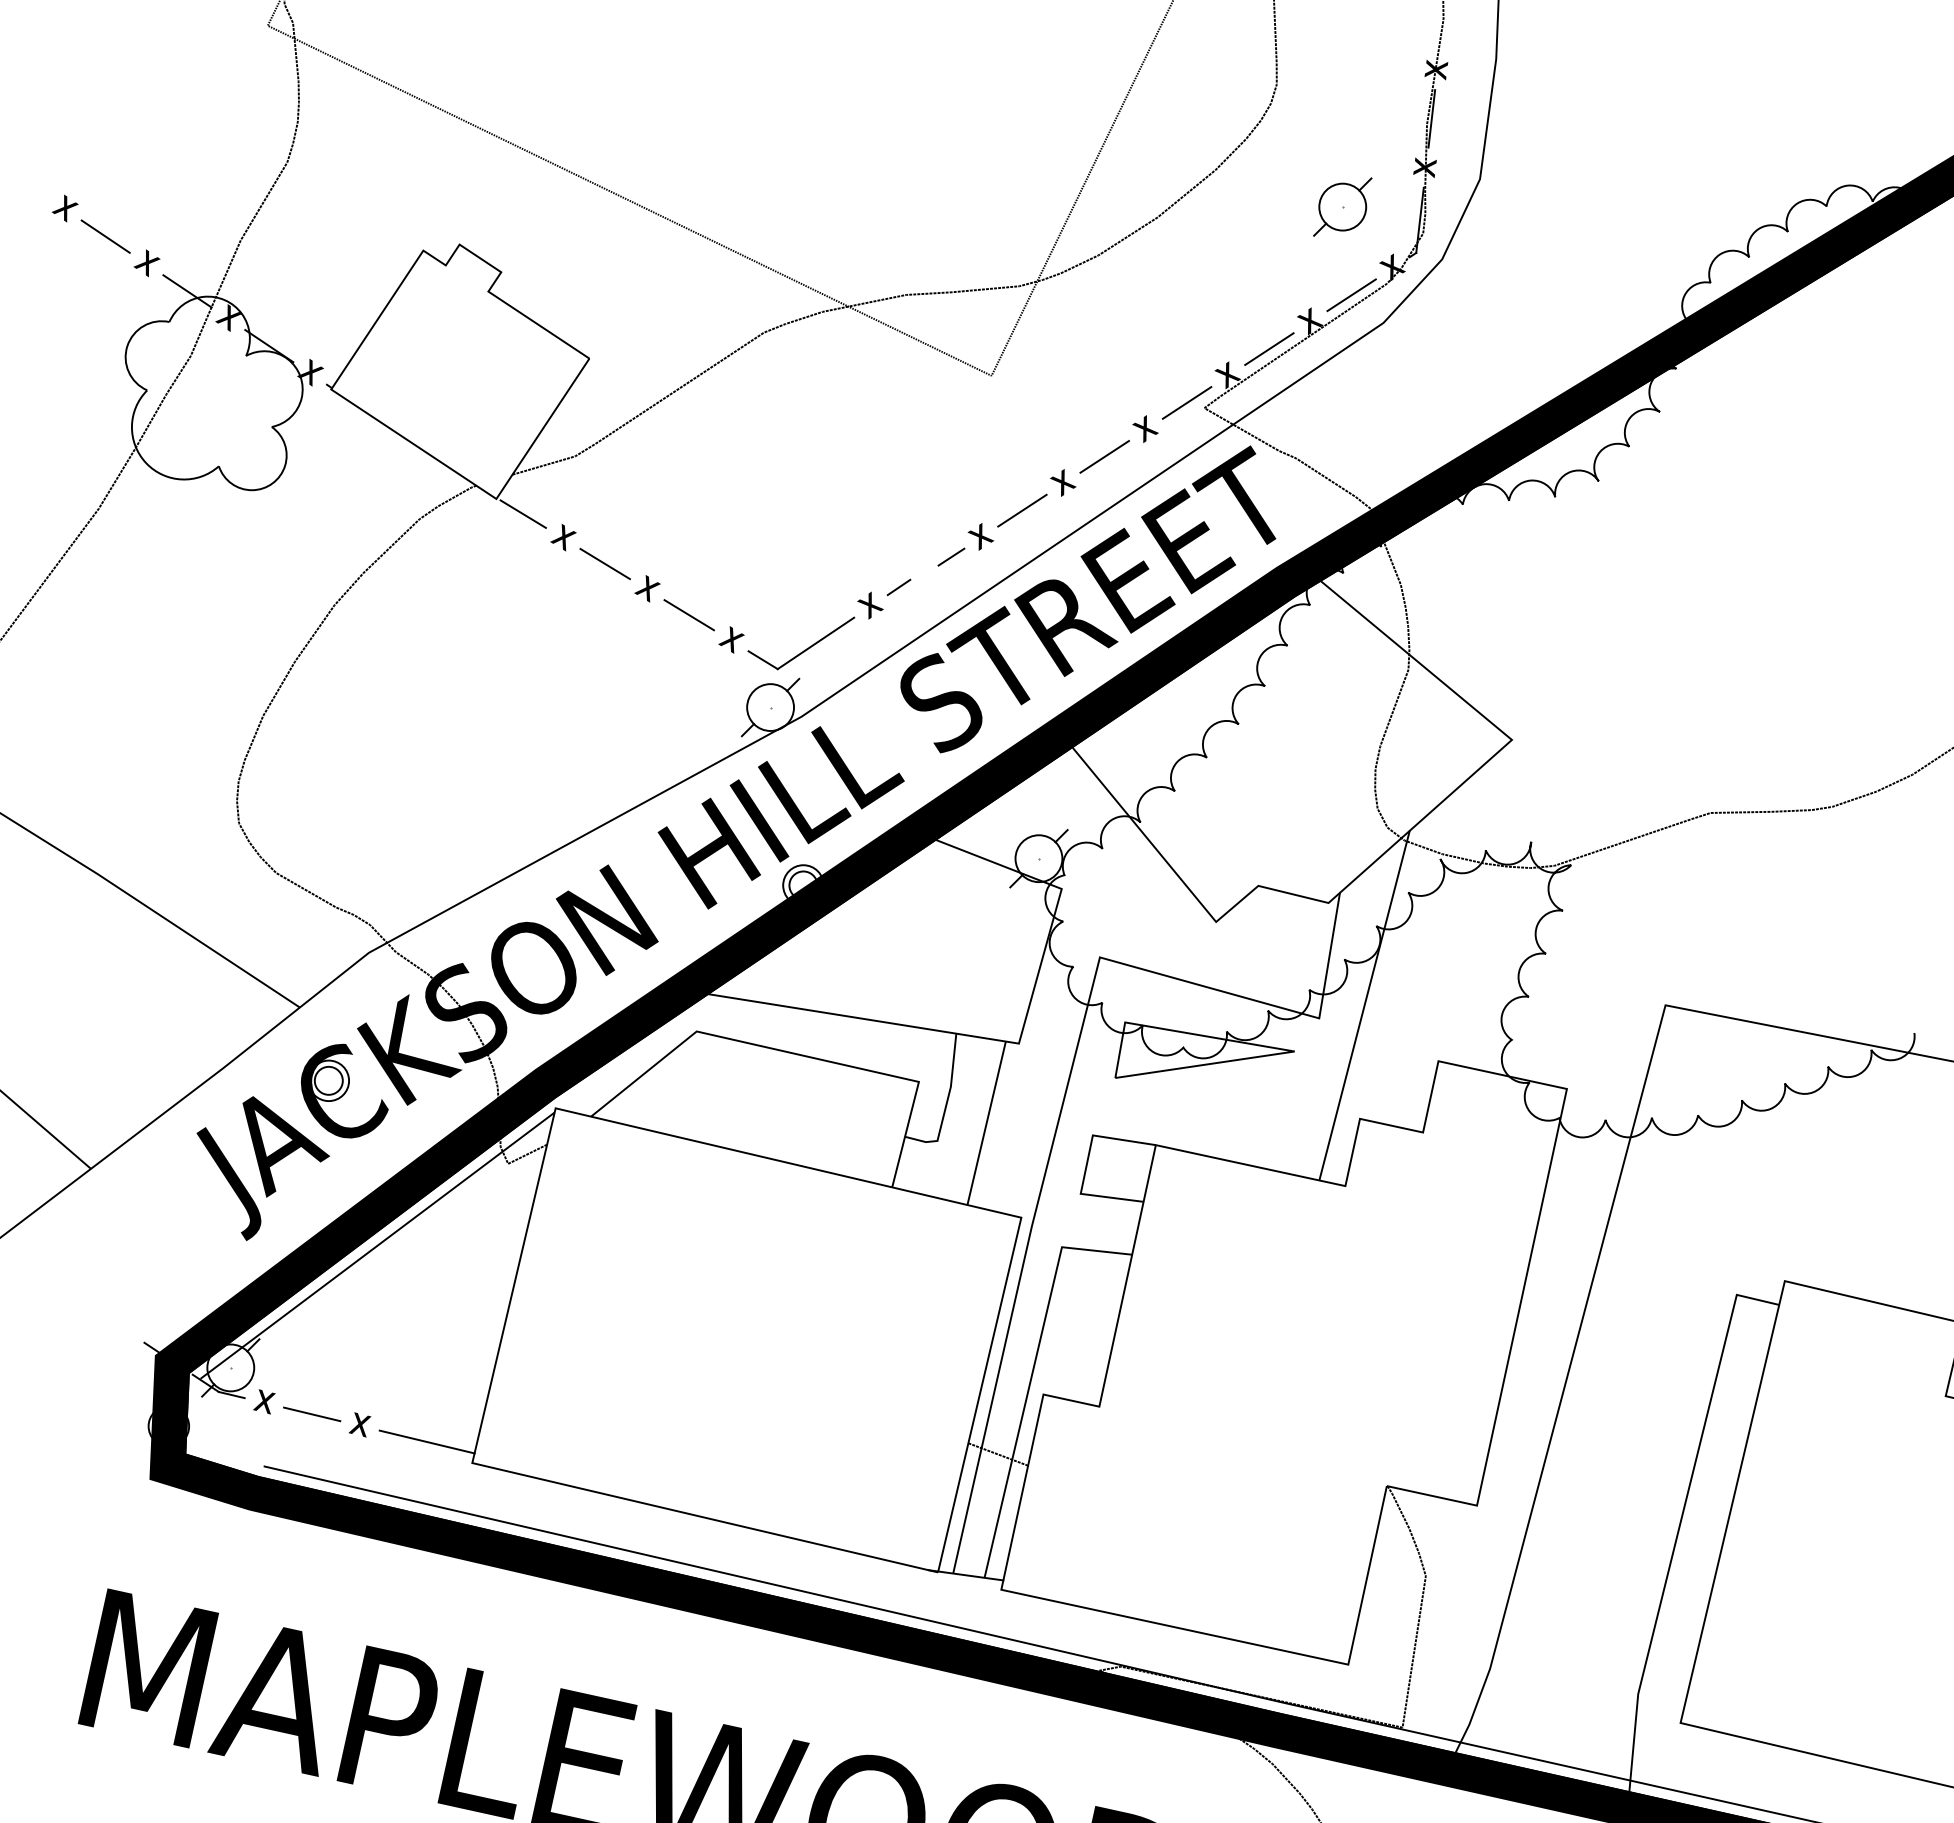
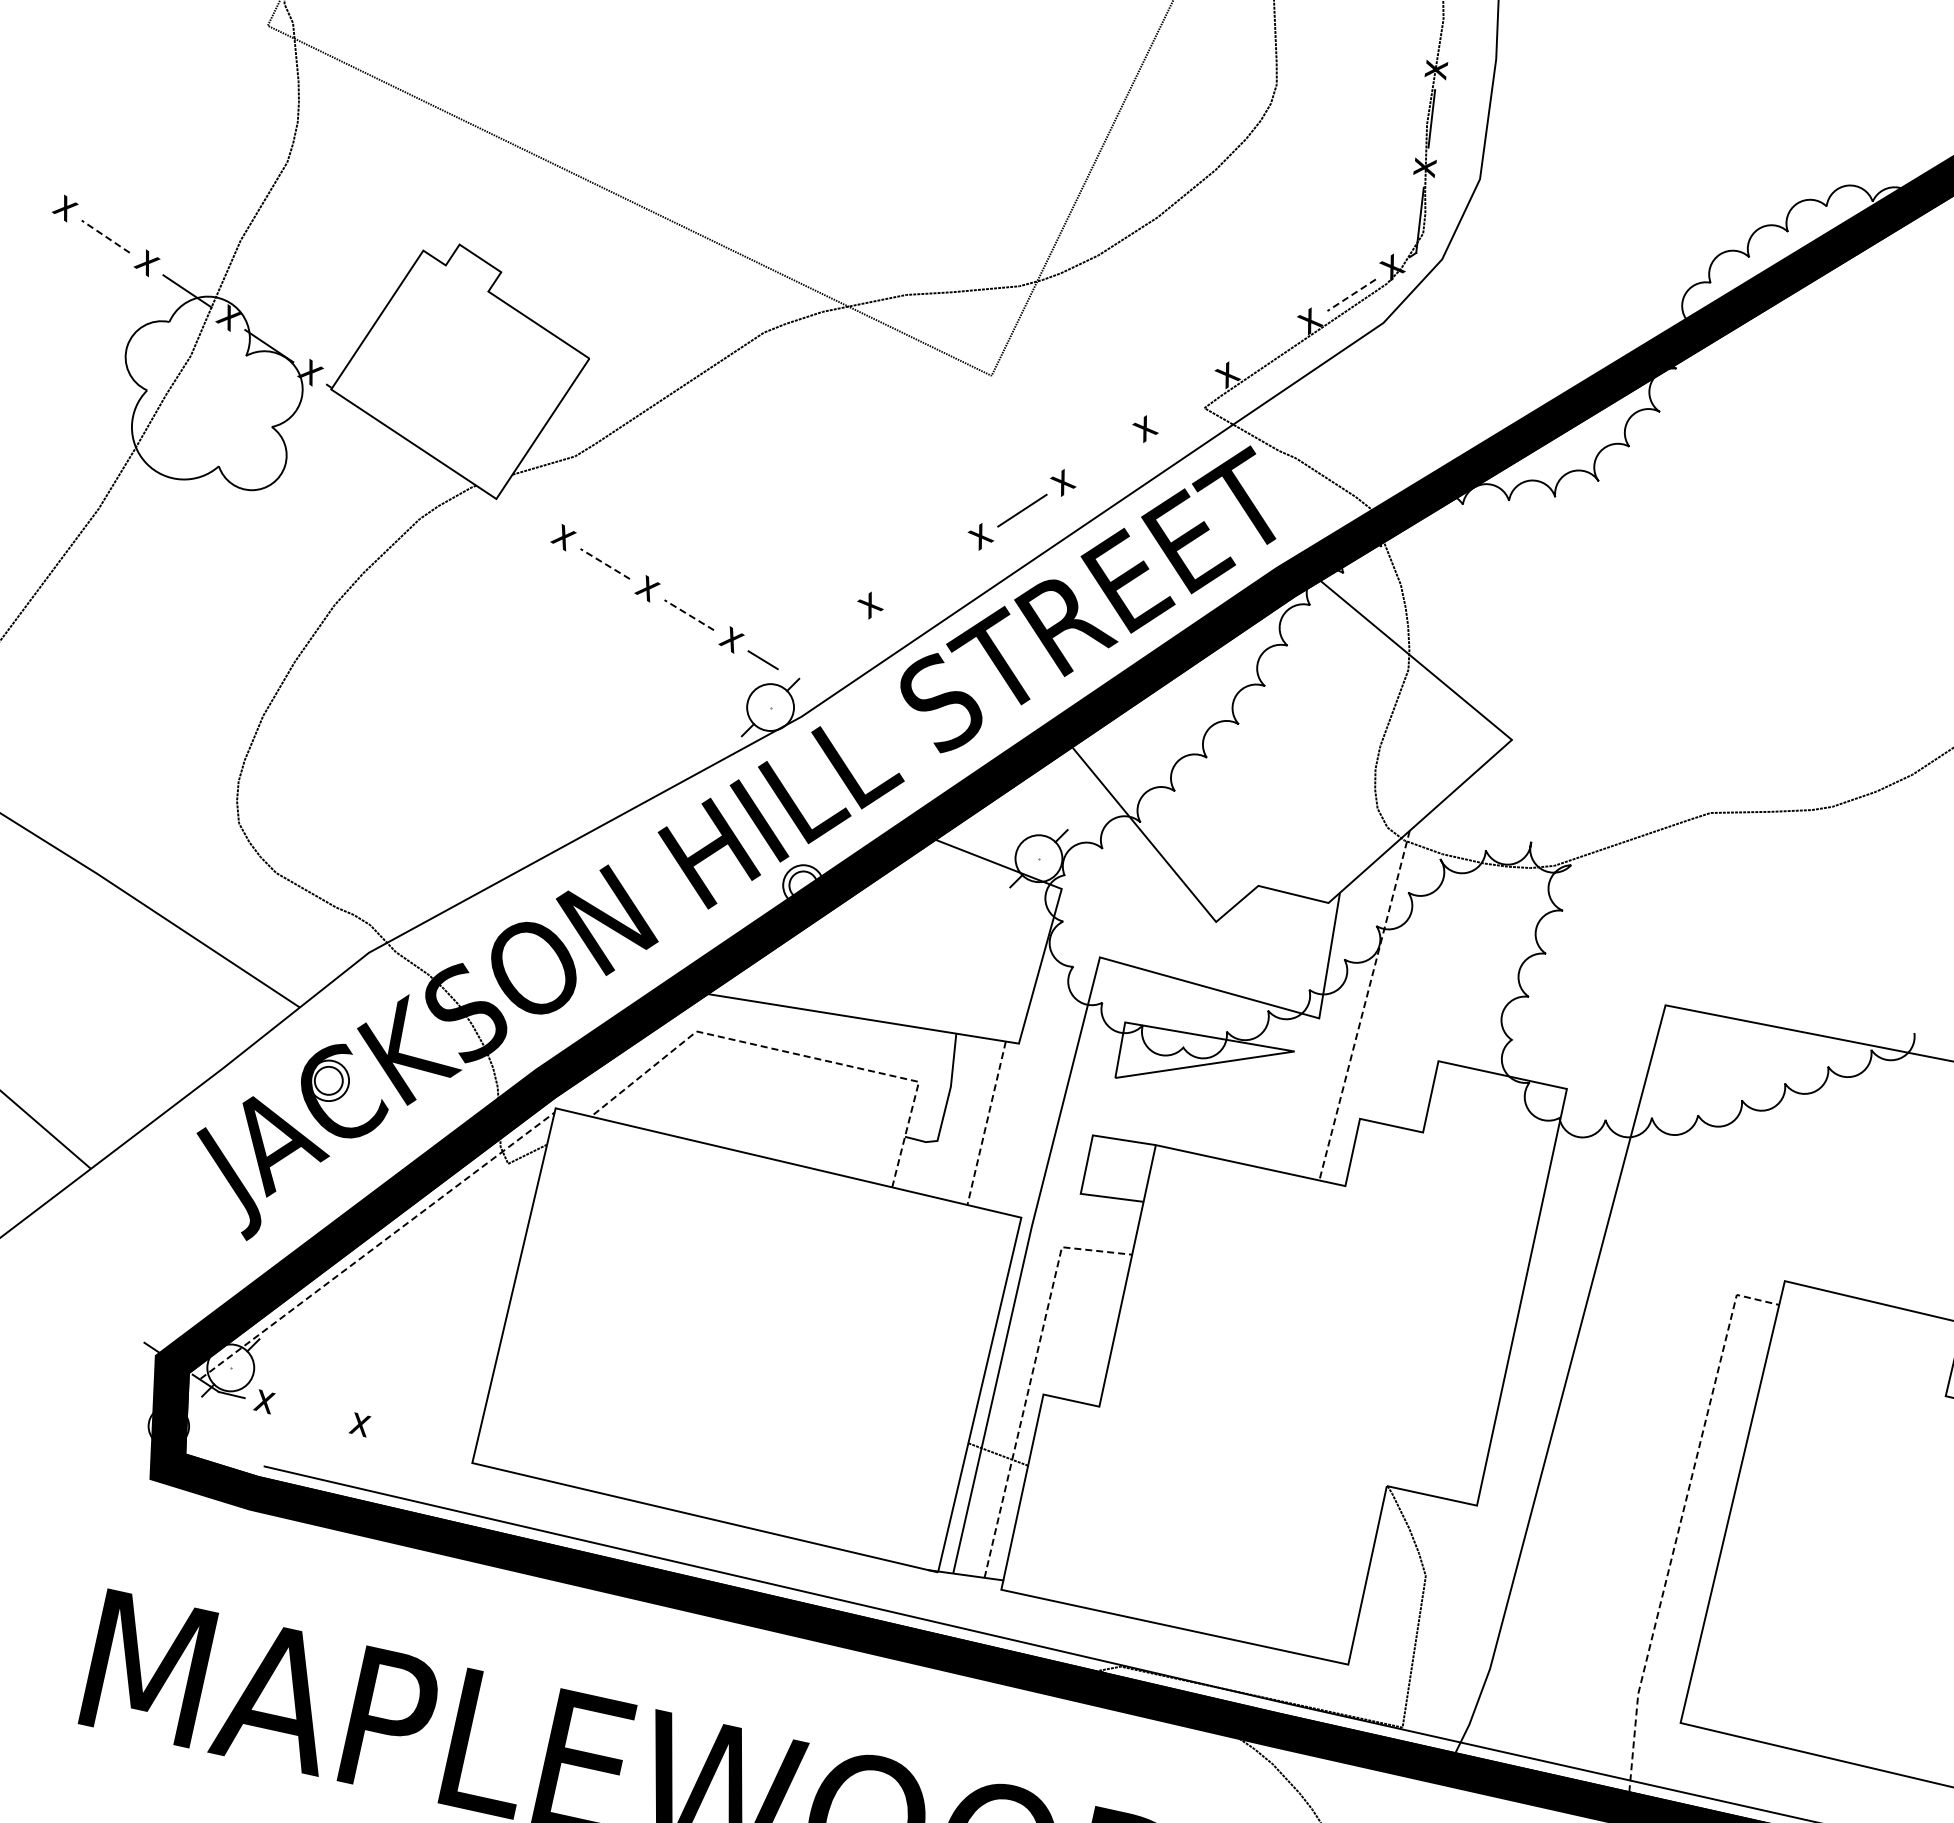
part at (1342, 206): present -> none
line at (105, 236): solid -> dashed
line at (1351, 295): solid -> dashed
line at (1269, 348): present -> none
line at (1186, 402): present -> none
line at (1104, 456): present -> none
line at (522, 513): present -> none
line at (951, 556): present -> none
line at (605, 564): solid -> dashed
line at (898, 587): present -> none
line at (689, 615): solid -> dashed
line at (815, 643): present -> none
line at (1364, 1005): solid -> dashed
line at (794, 1053): solid -> dashed
line at (986, 1123): solid -> dashed
line at (377, 1245): solid -> dashed
line at (1031, 1377): solid -> dashed
line at (312, 1414): present -> none
line at (426, 1441): present -> none
line at (1681, 1520): solid -> dashed
